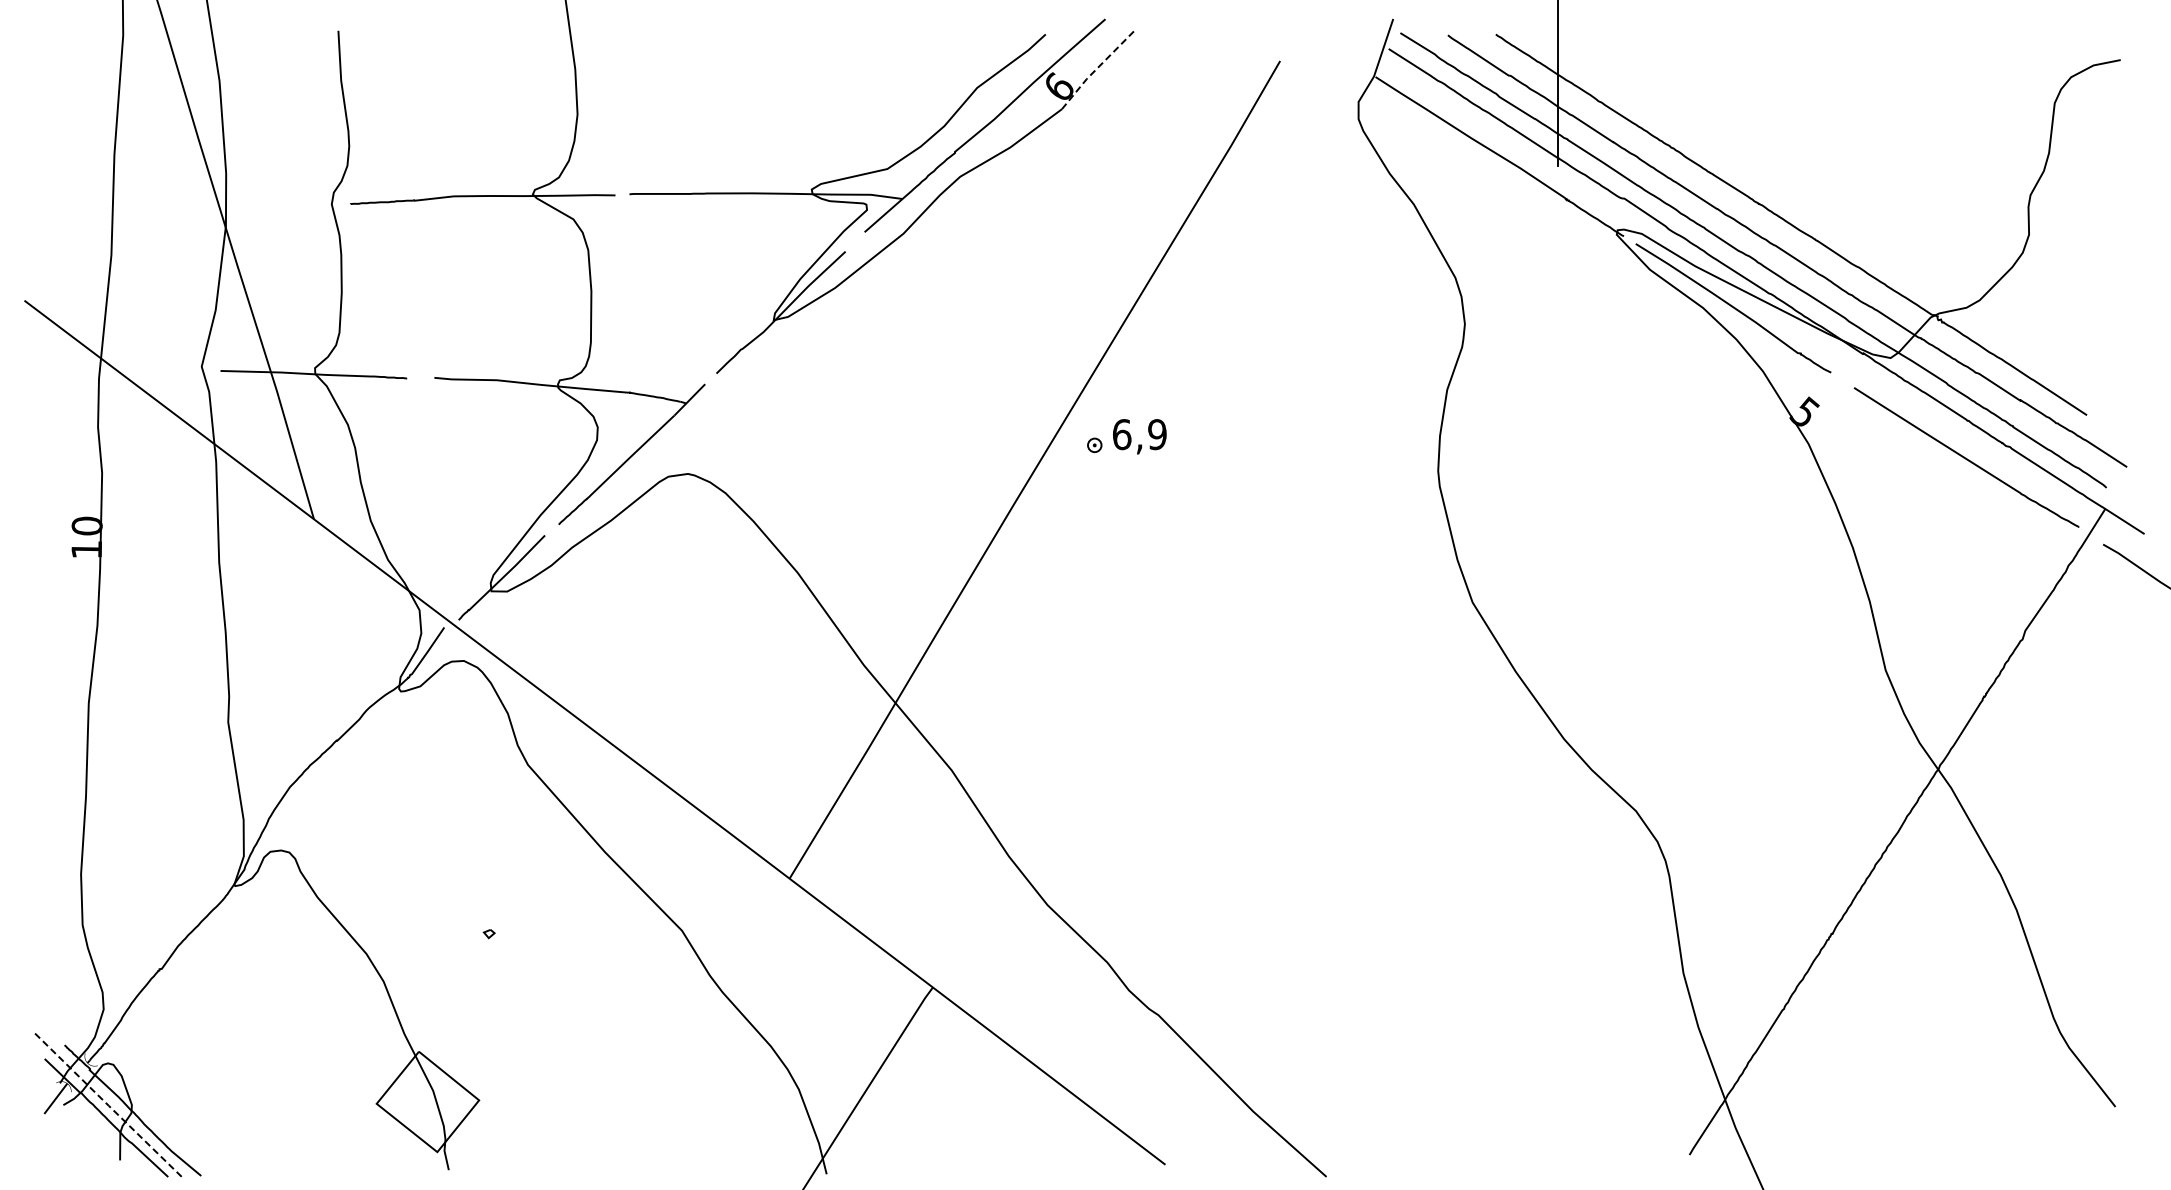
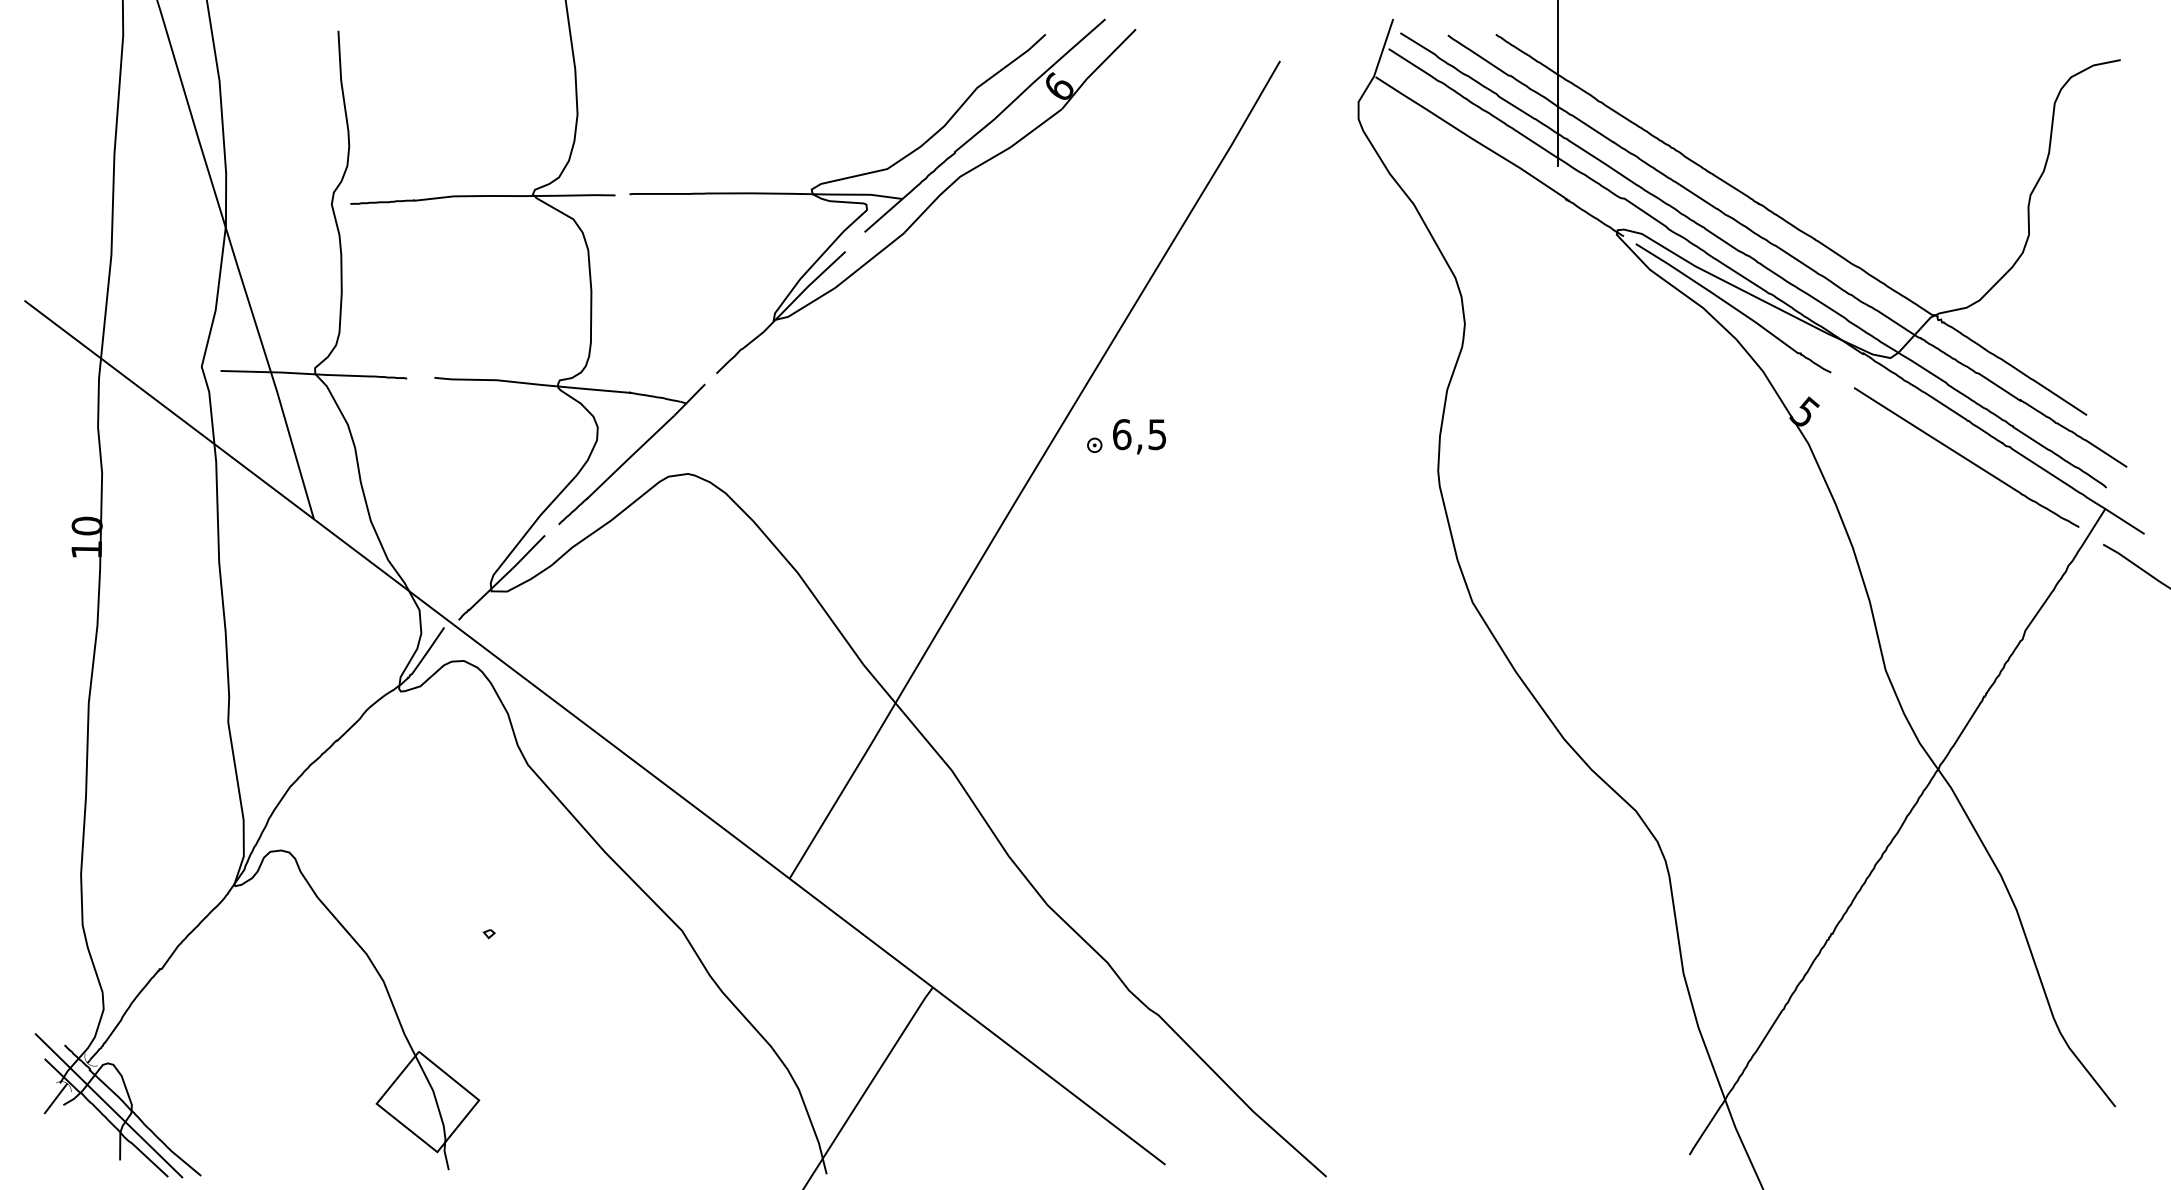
line at (1097, 67): dashed -> solid
text at (1157, 434): 6,9 -> 6,5
line at (108, 1105): dashed -> solid
